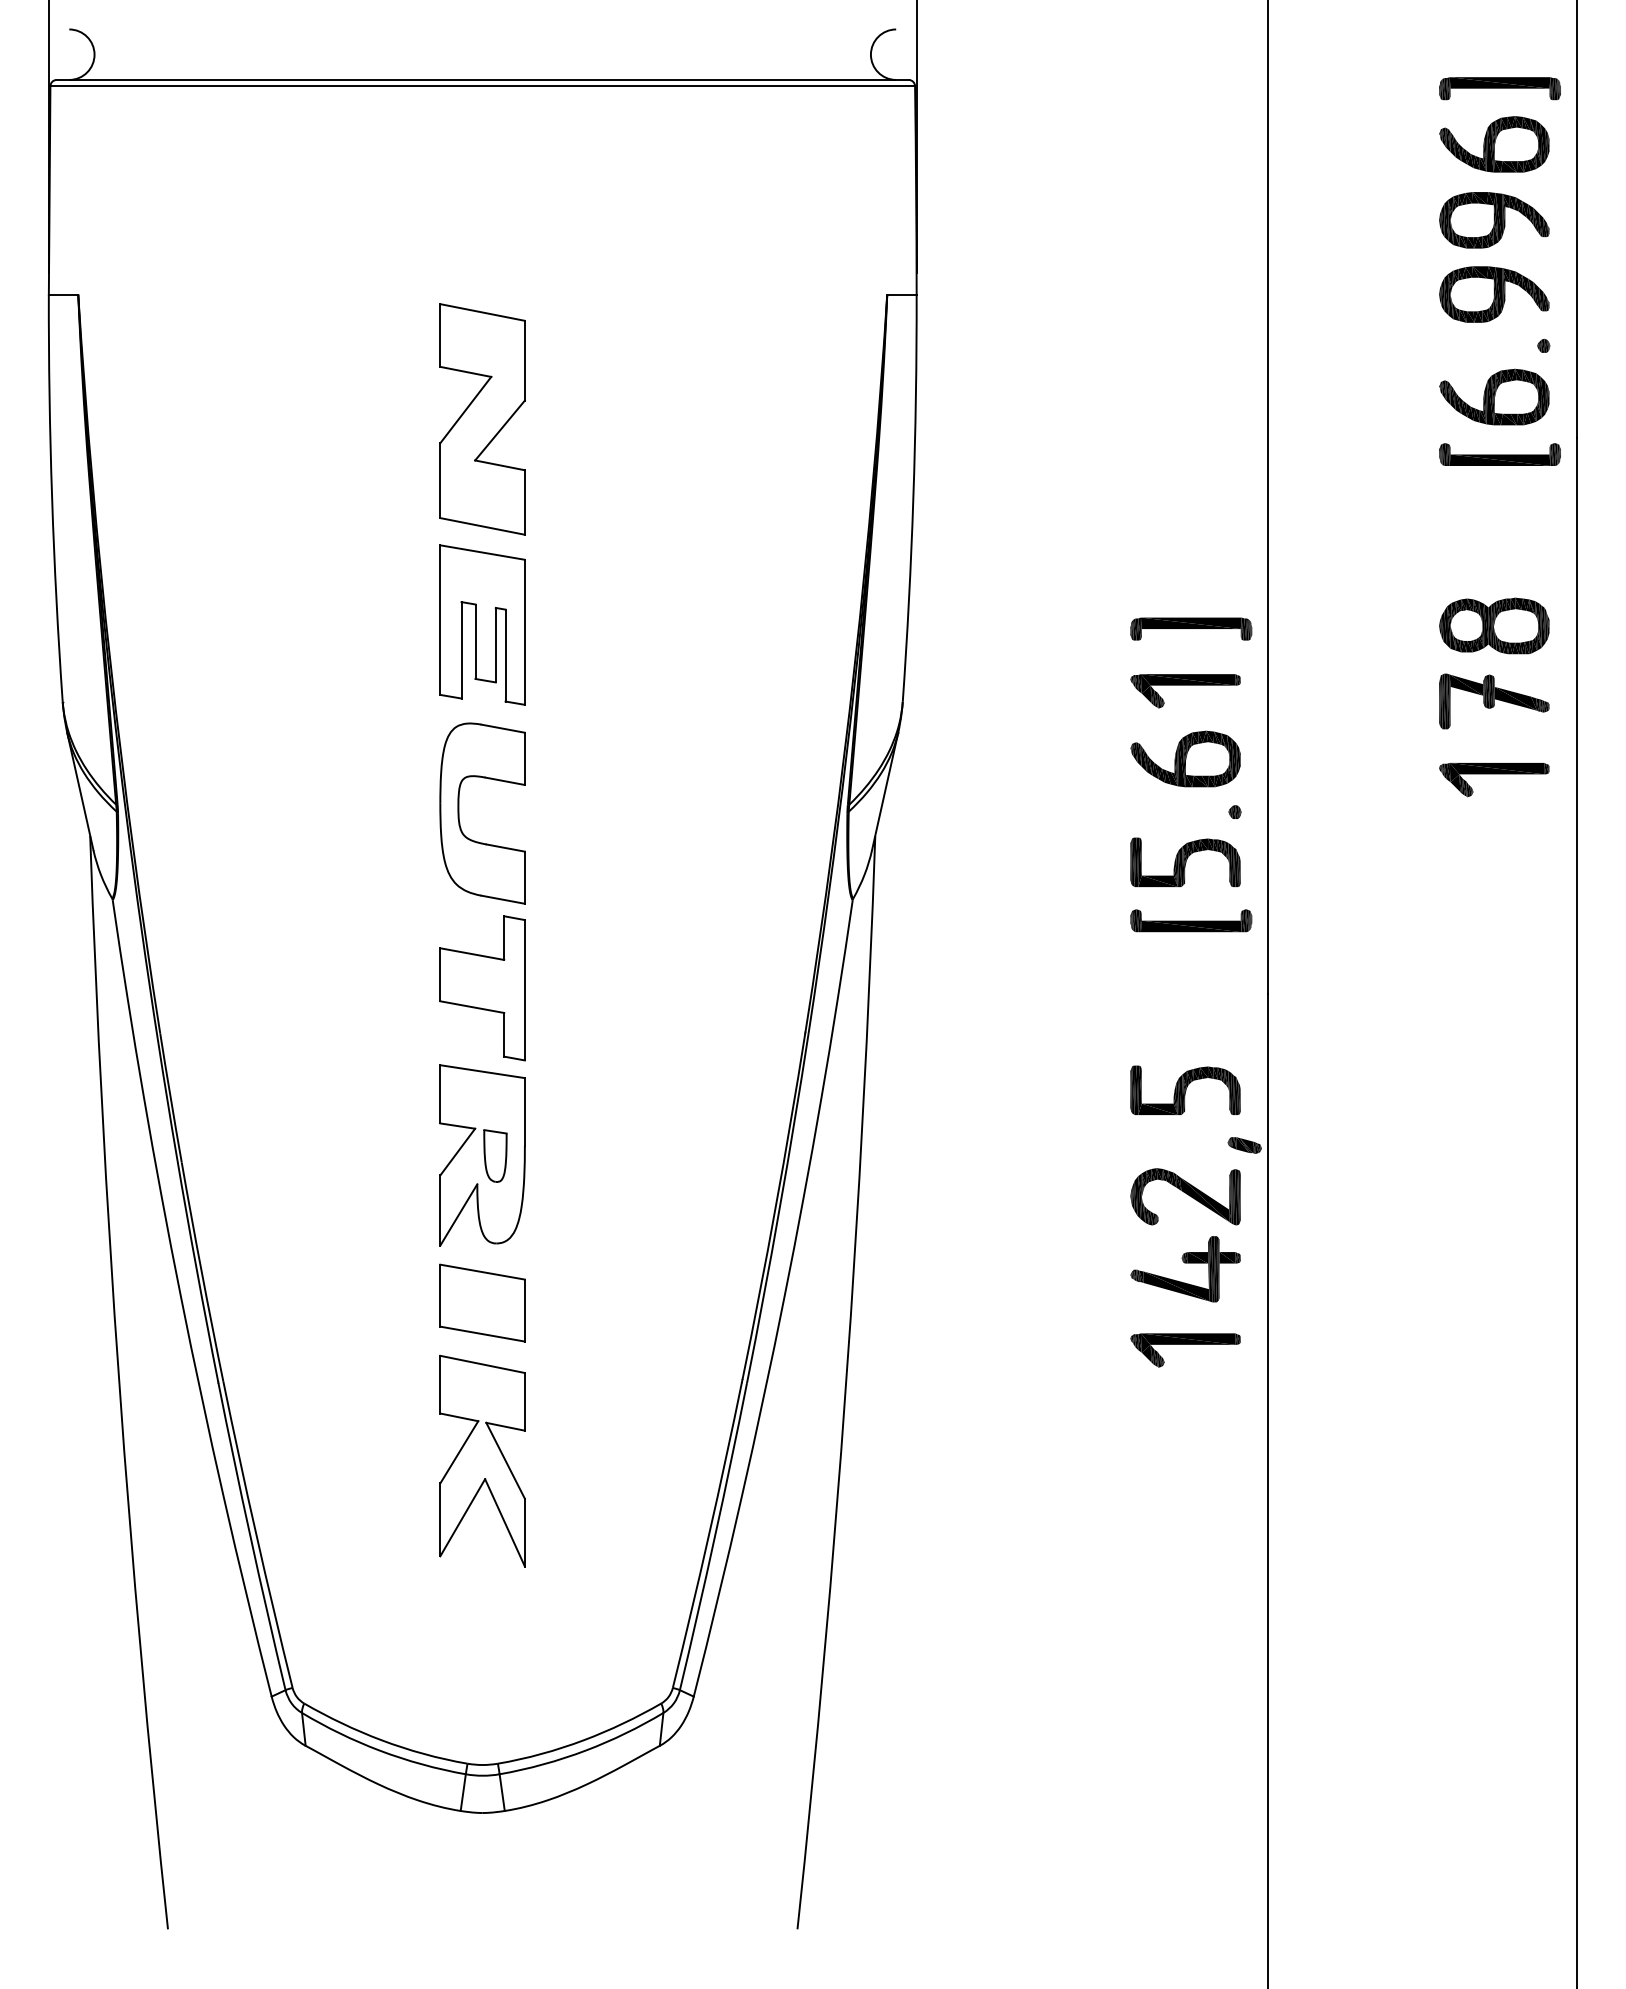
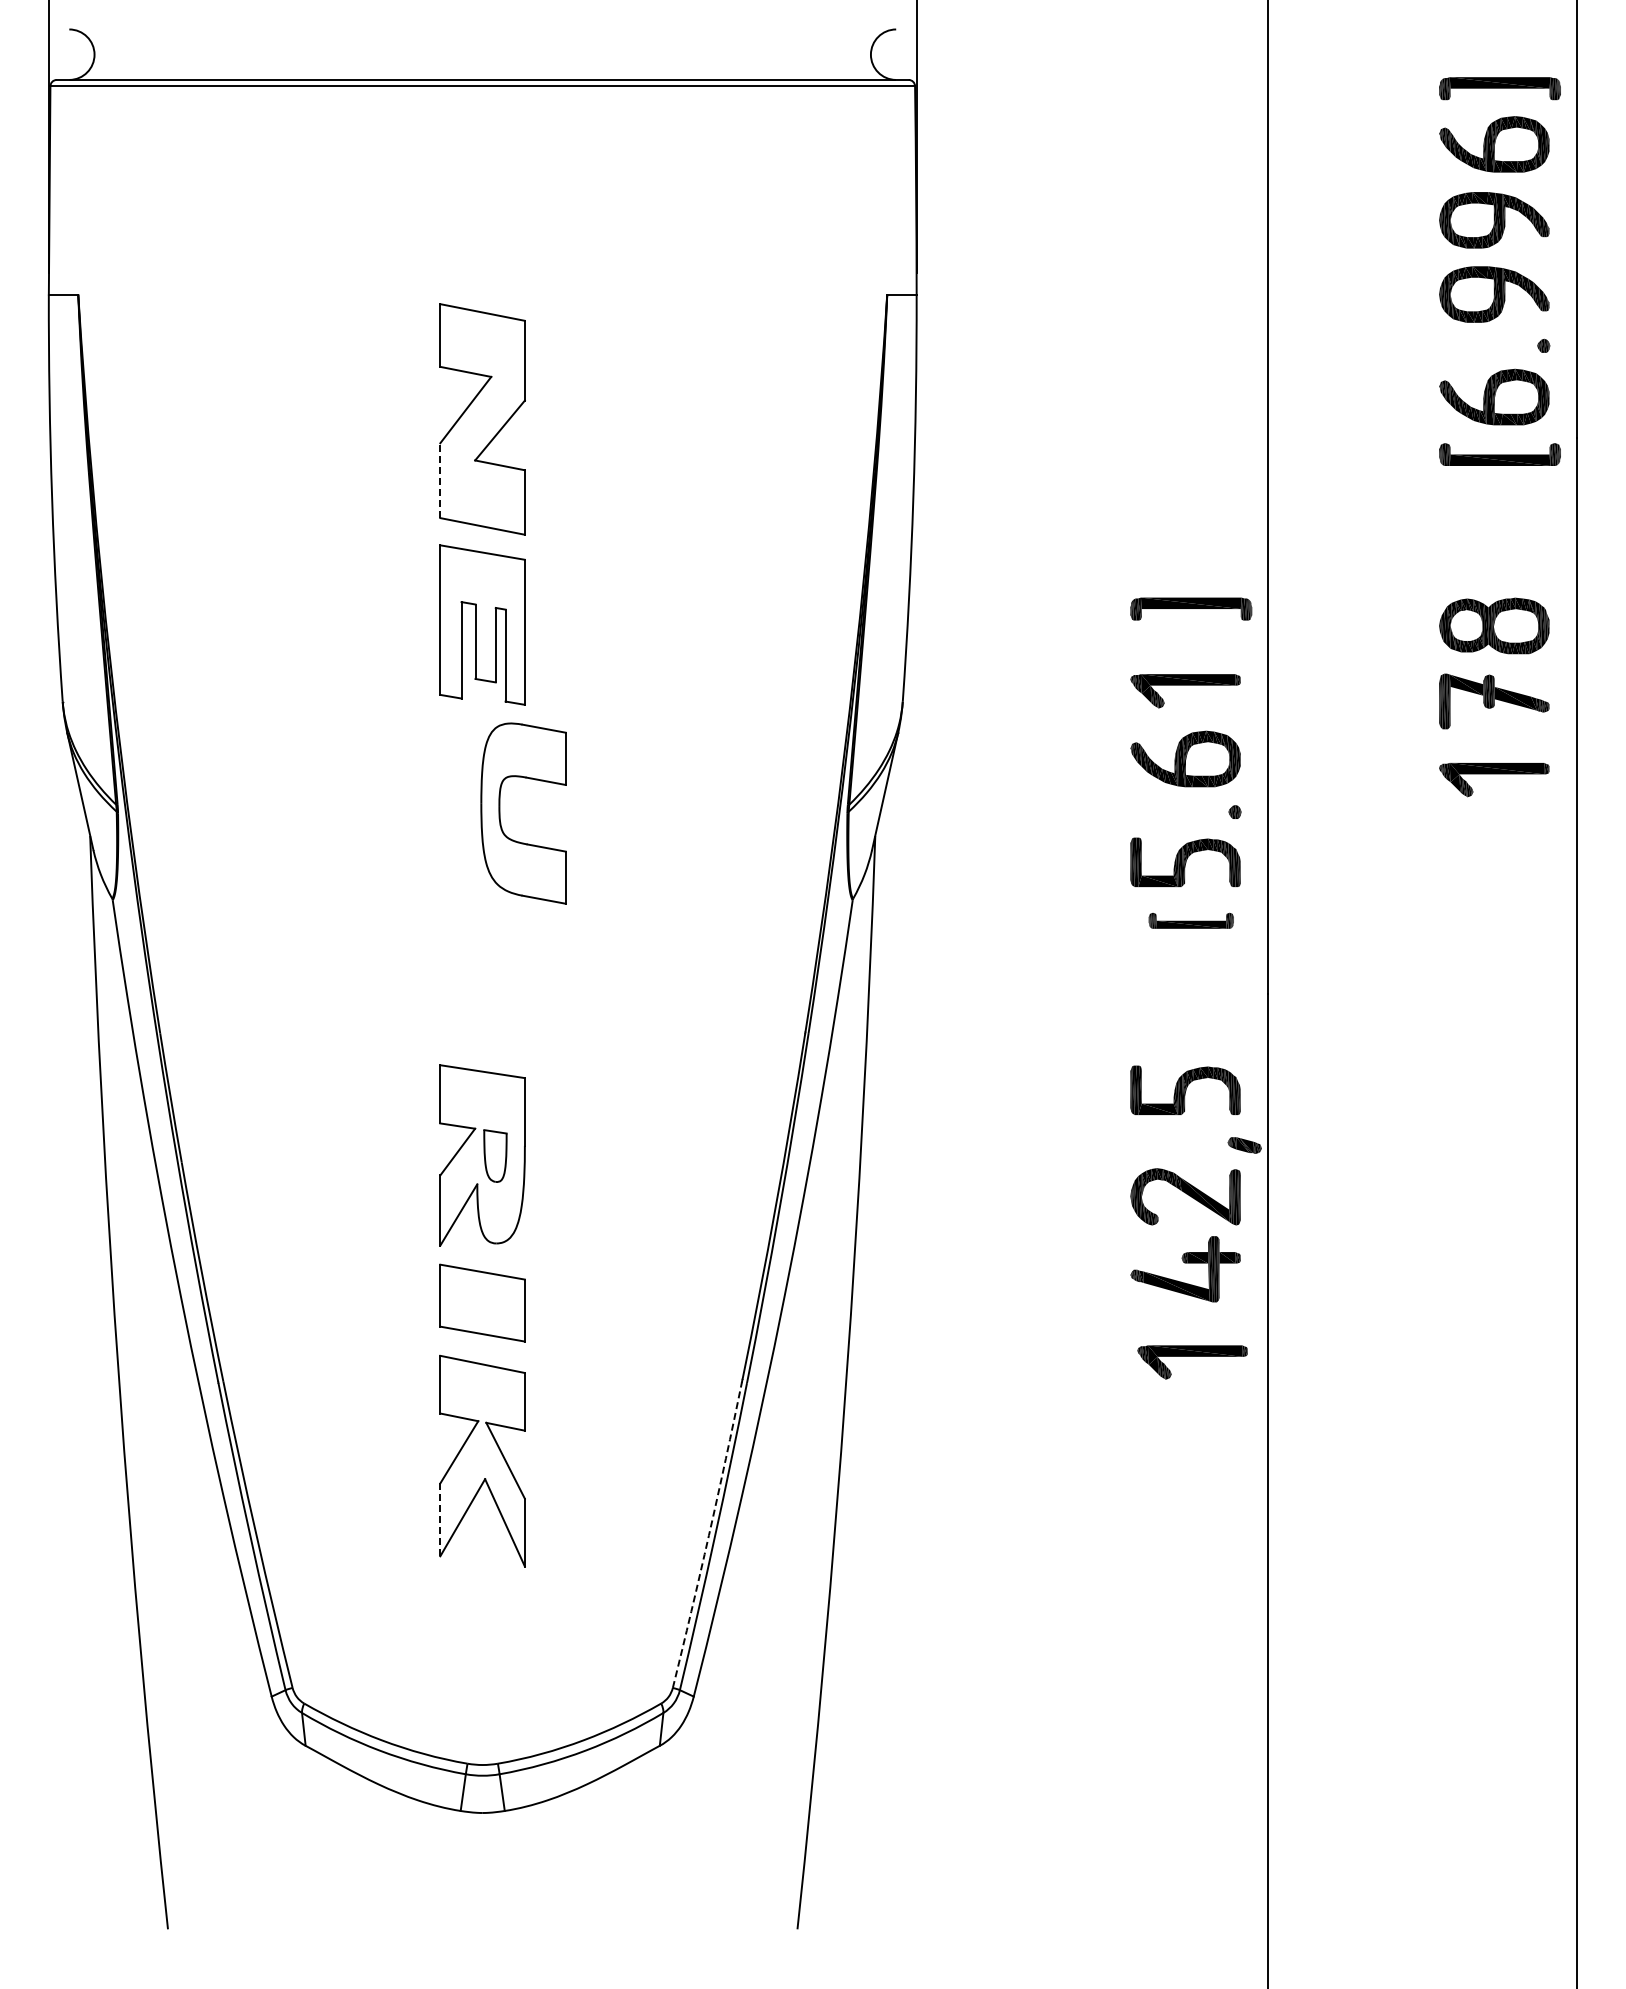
line at (440, 480): solid -> dashed
part at (1191, 628) position: (1191, 628) -> (1191, 608)
part at (459, 813) position: (459, 813) -> (500, 813)
part at (1191, 920) size: 123x24 px -> 86x17 px
part at (482, 988): present -> none
part at (1185, 1350) position: (1185, 1350) -> (1192, 1362)
line at (440, 1519): solid -> dashed
arc at (708, 1535): solid -> dashed
